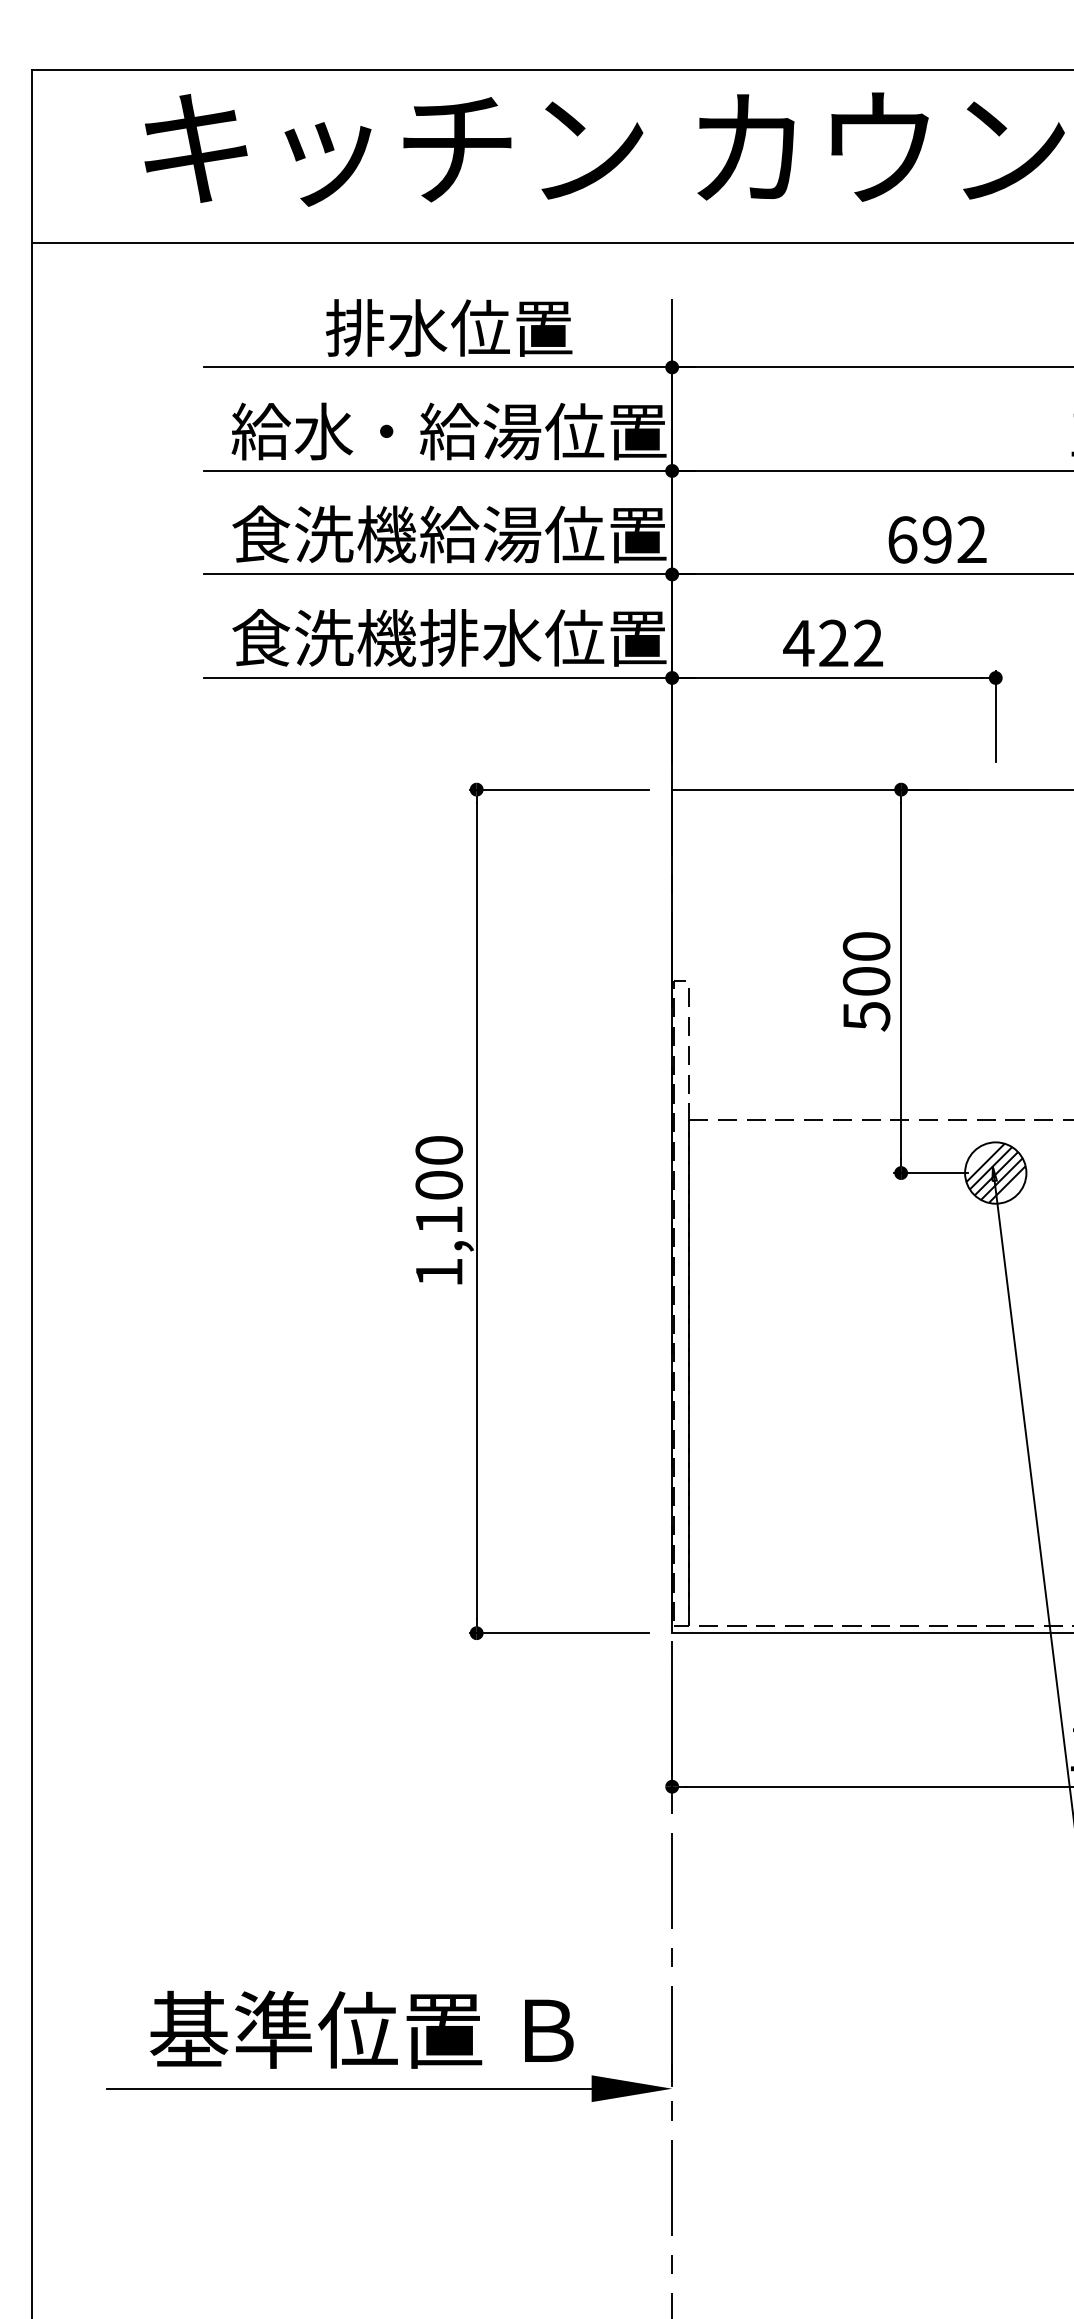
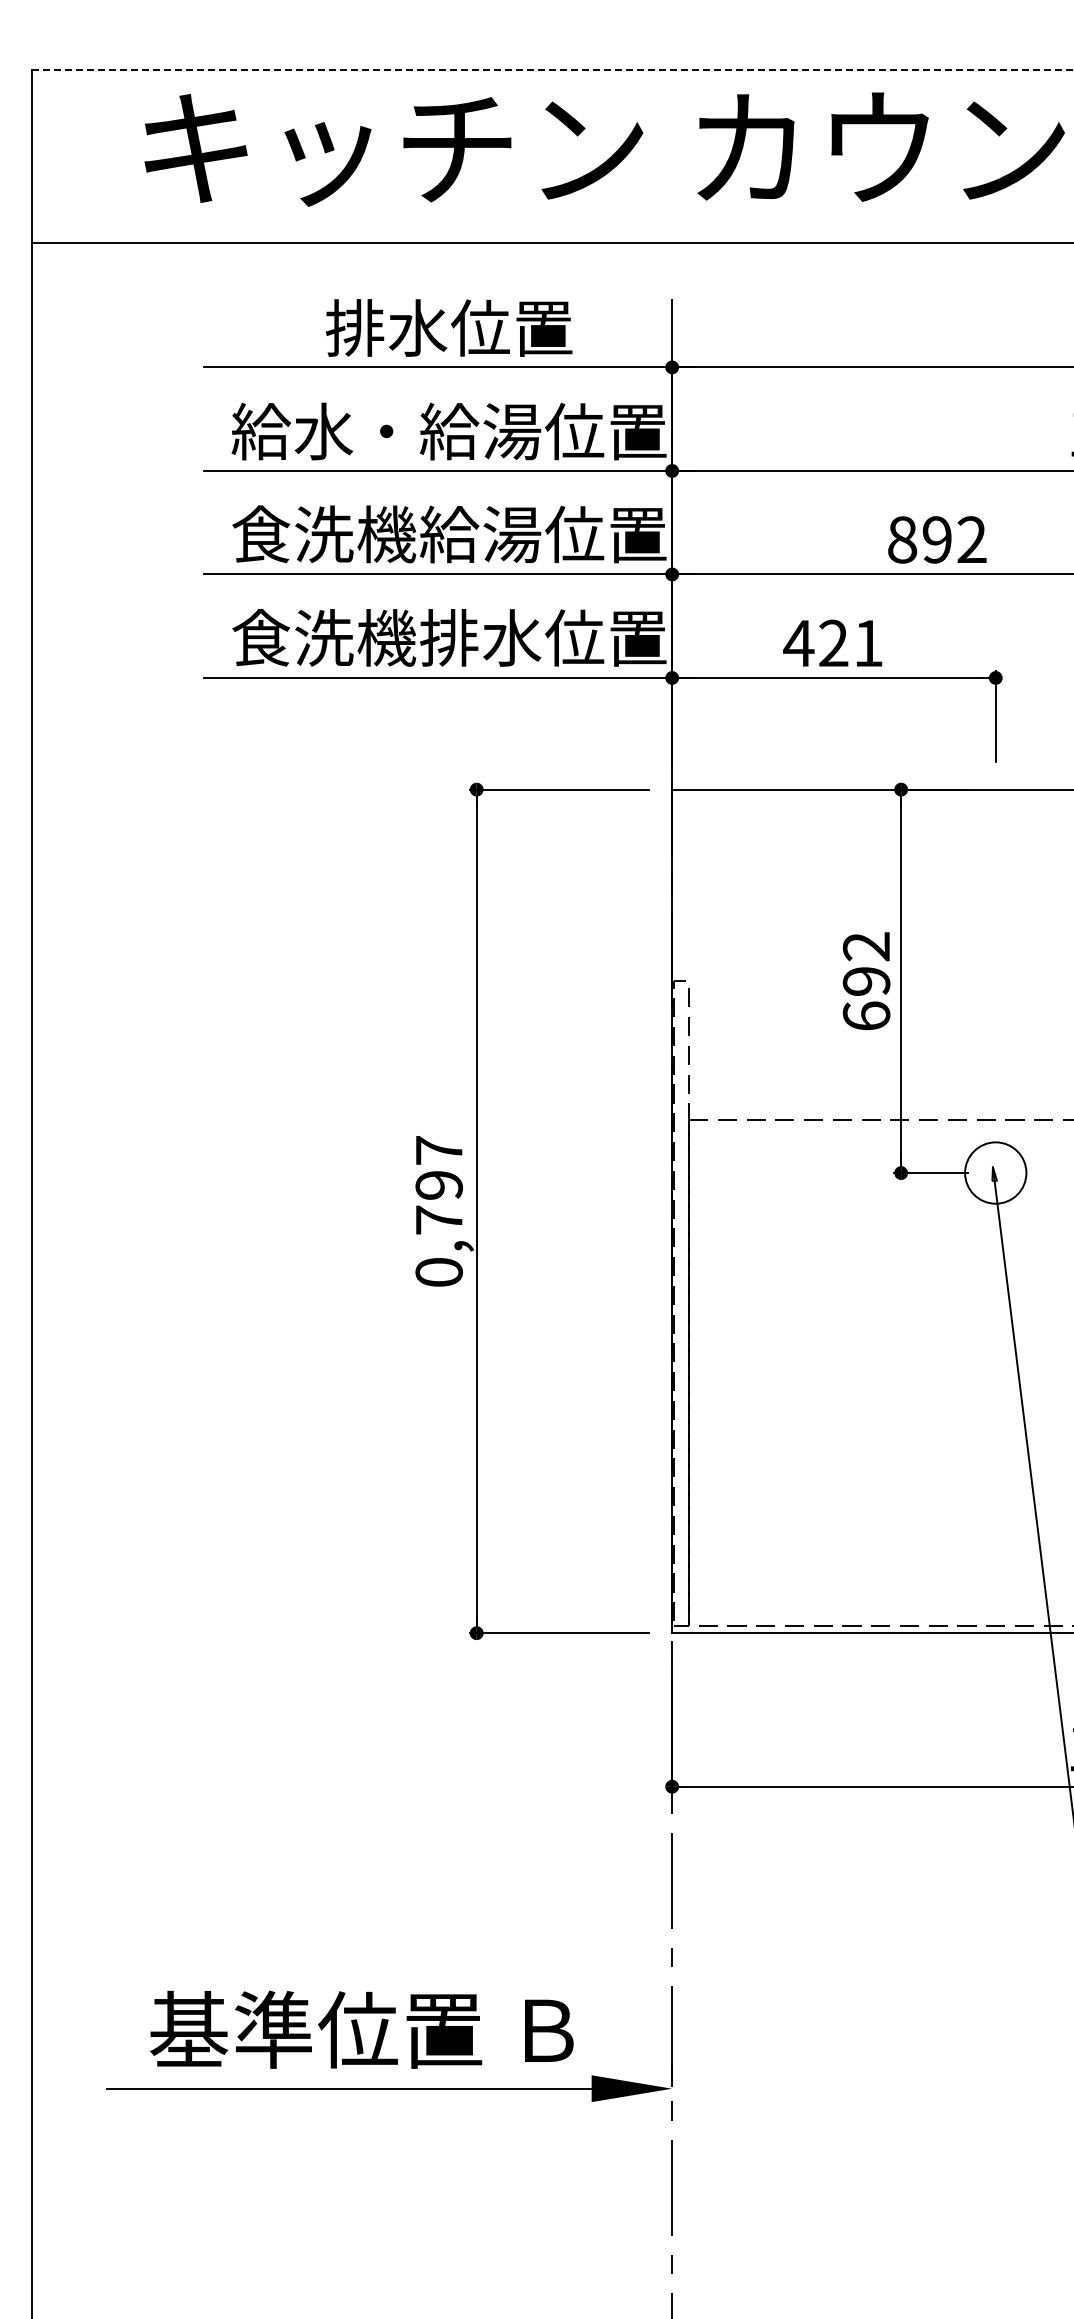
line at (552, 69): solid -> dashed
text at (902, 539): 692 -> 892
text at (868, 642): 422 -> 421
text at (866, 981): 500 -> 692
hatch at (995, 1172): present -> none
text at (438, 1211): 1,100 -> 0,797
